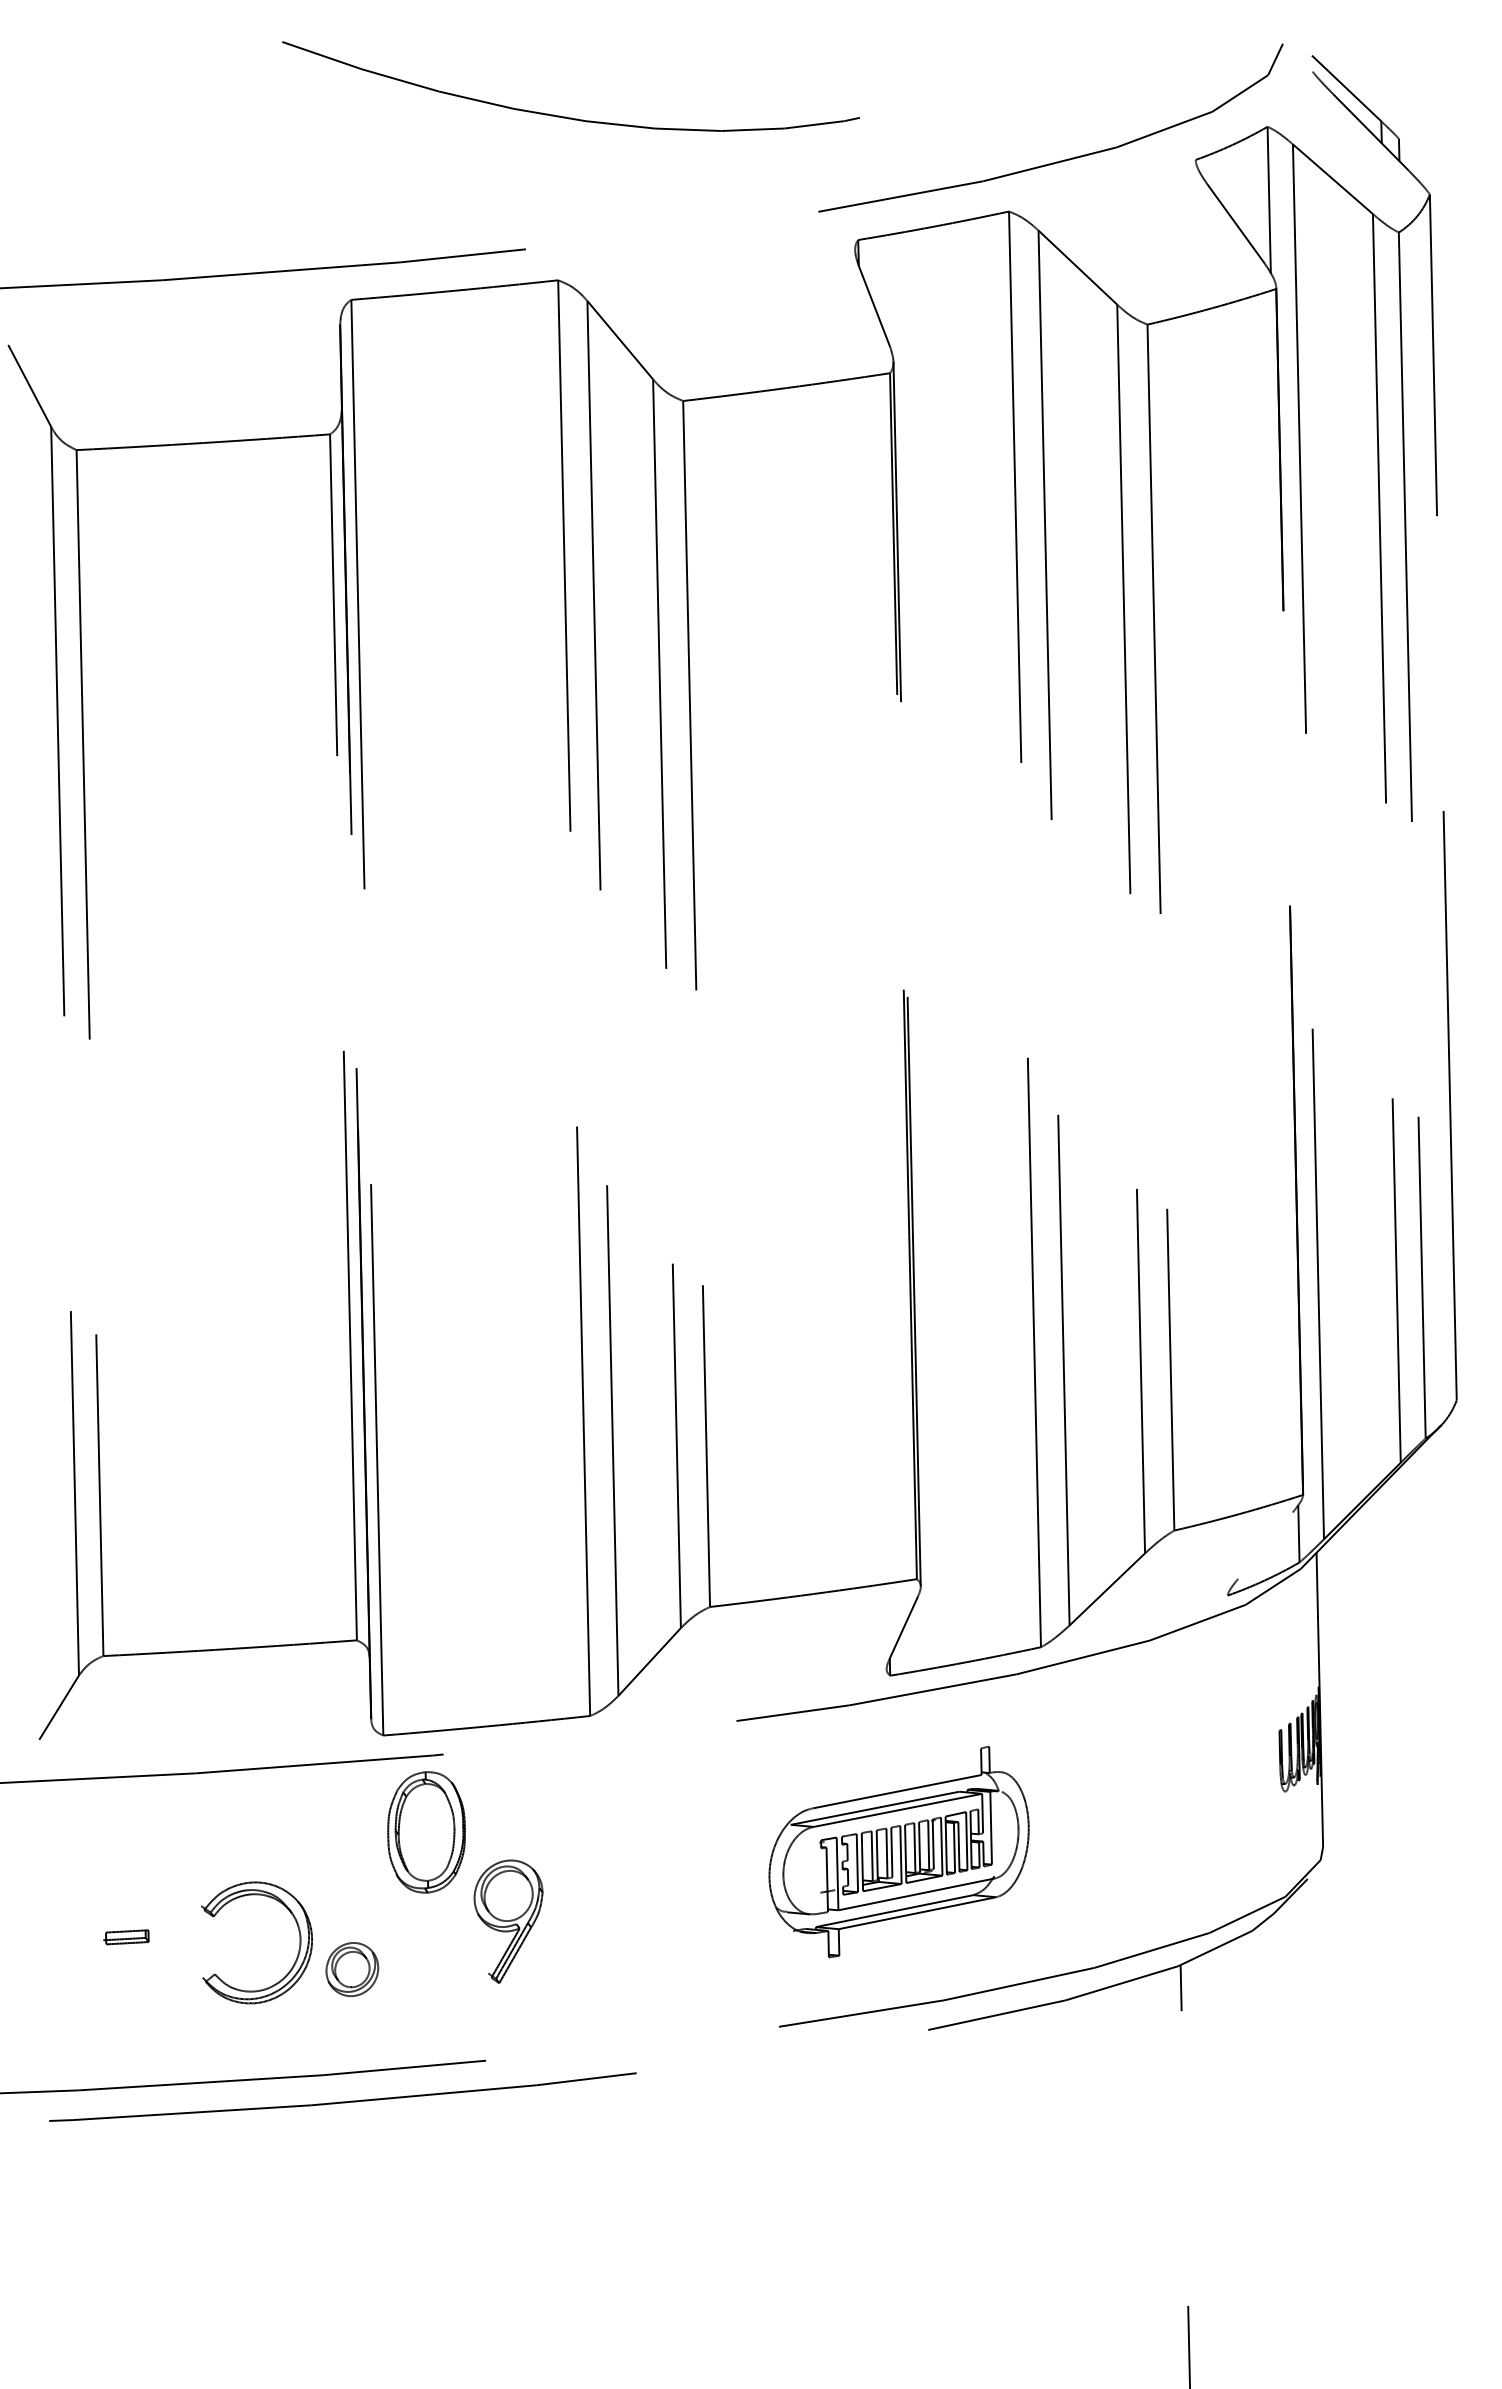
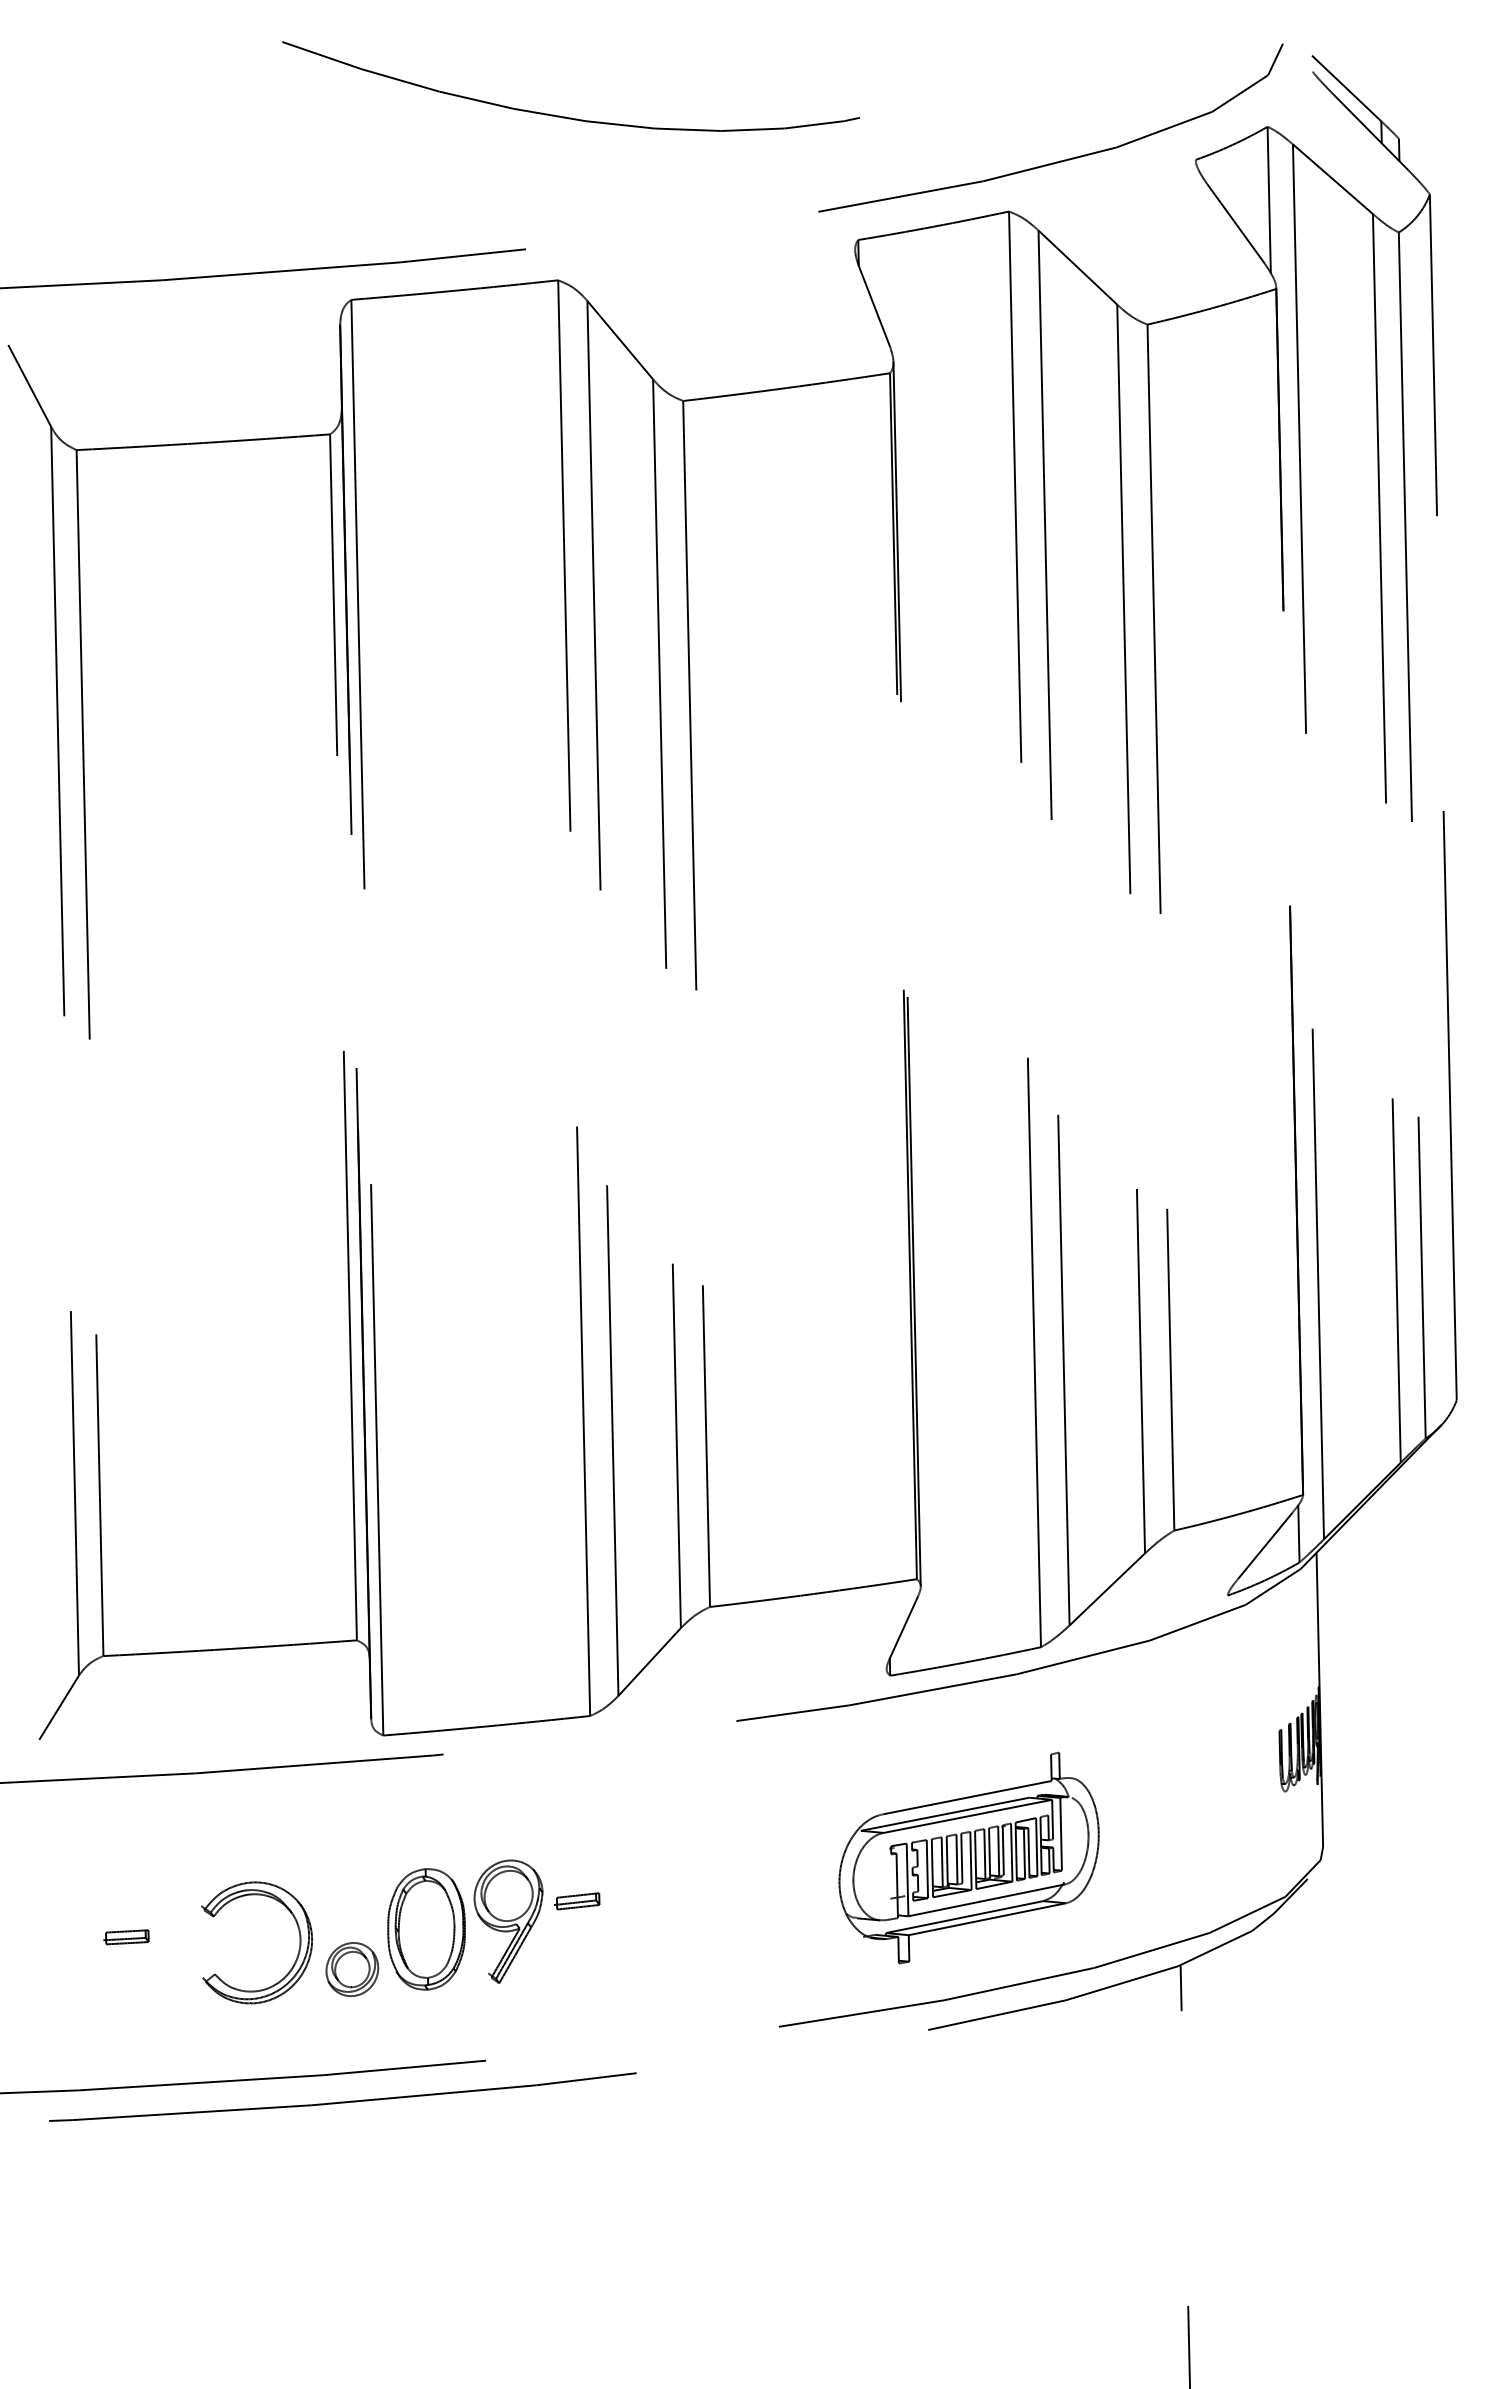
line at (1265, 1545): none -> present
part at (426, 1832) position: (426, 1832) -> (426, 1929)
part at (898, 1851) position: (898, 1851) -> (968, 1857)
part at (577, 1901): none -> present
